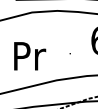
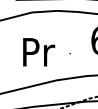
text at (30, 56) position: (30, 56) -> (39, 52)
